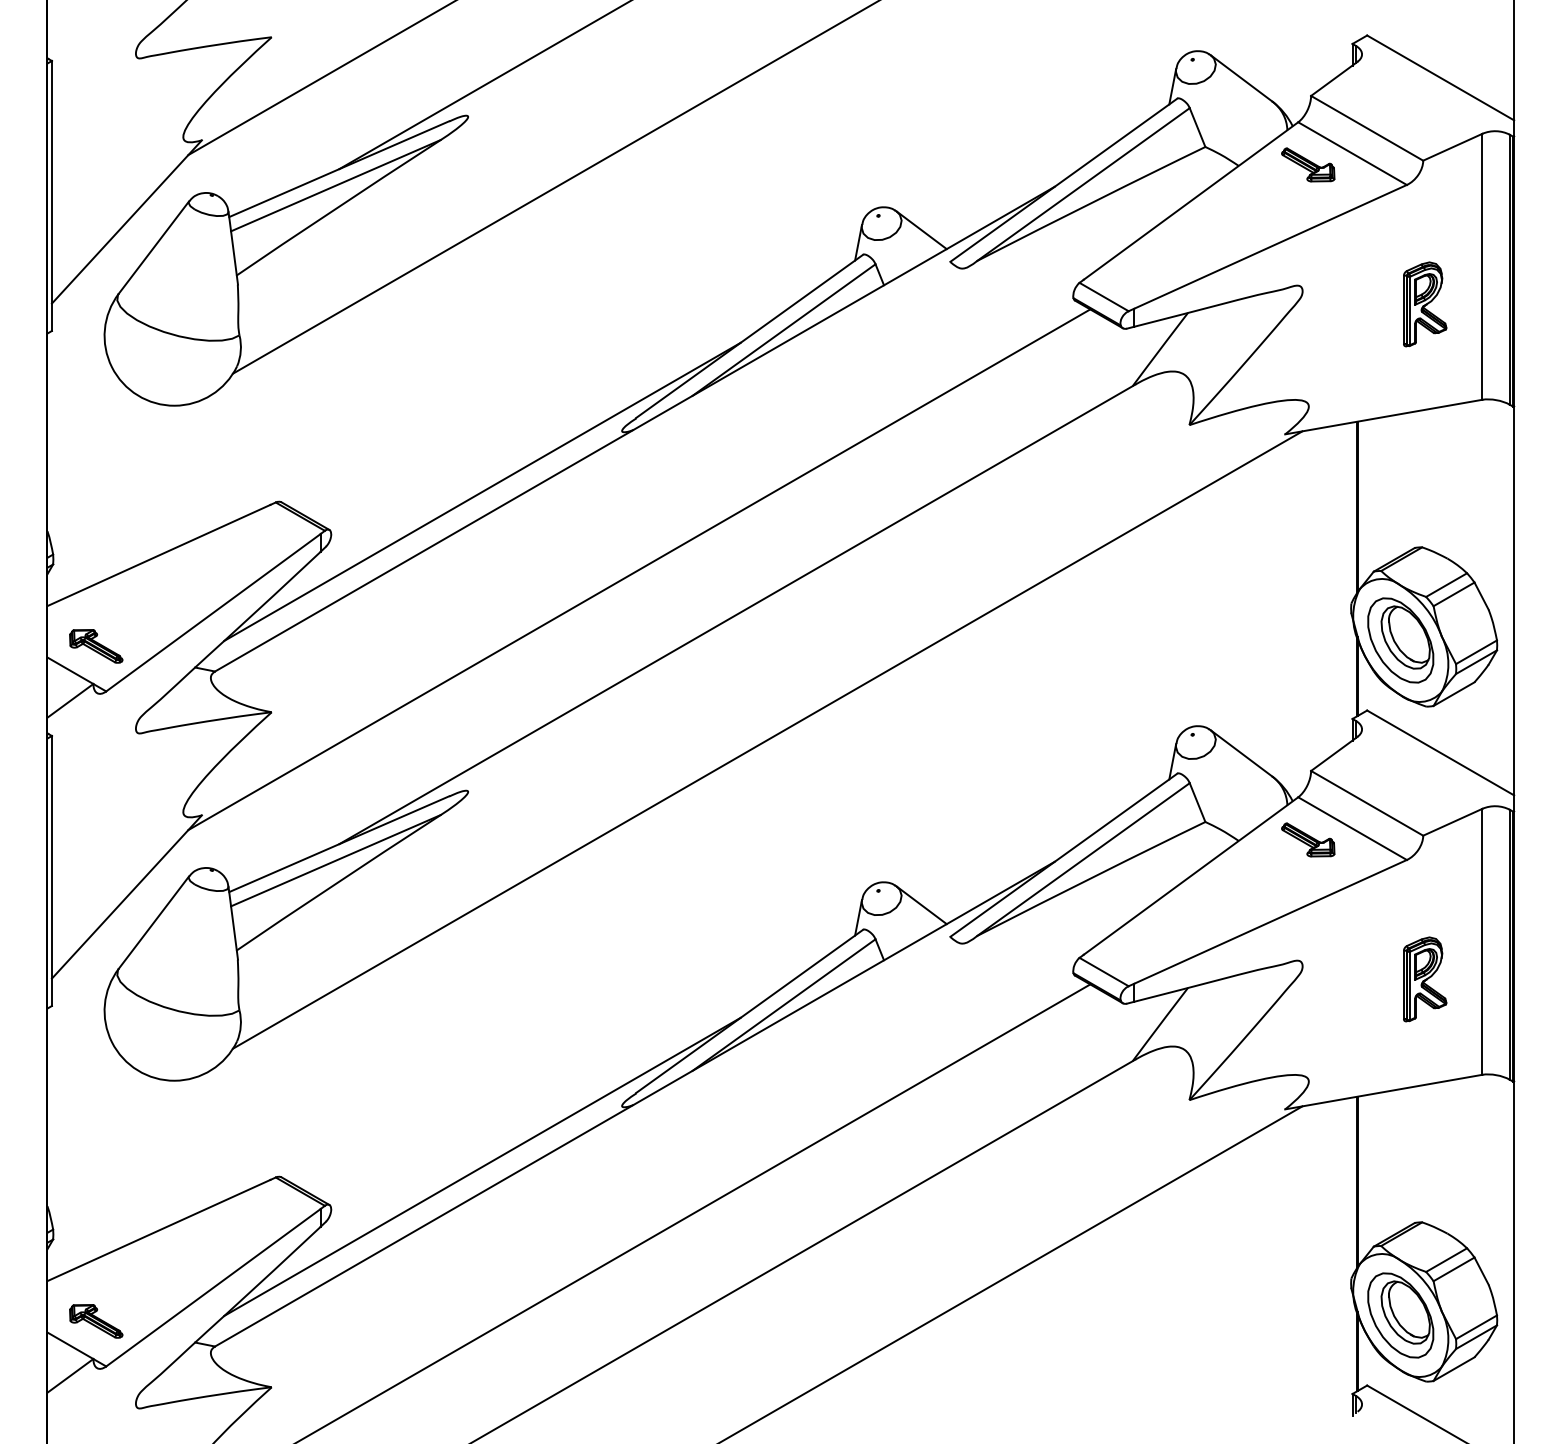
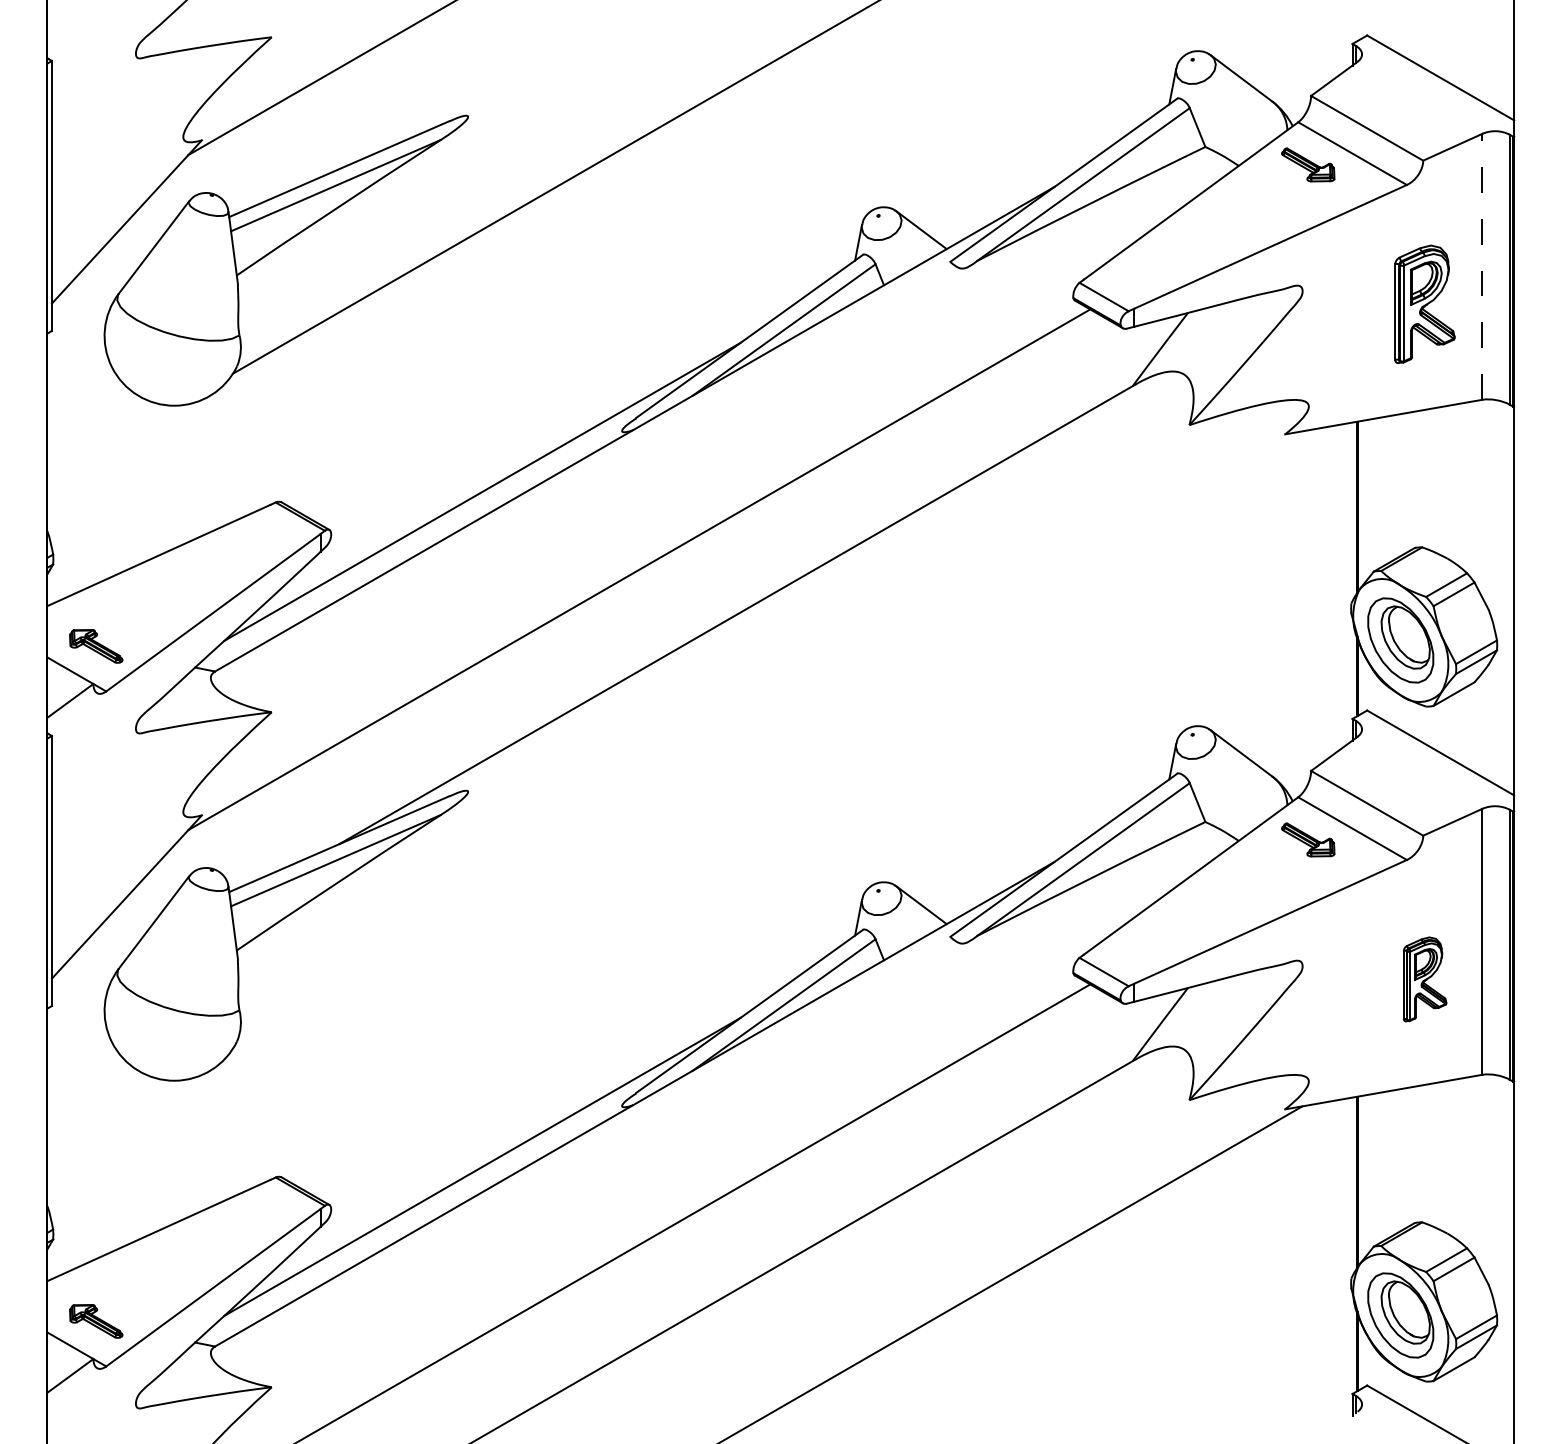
line at (483, 85): present -> none
line at (1482, 266): solid -> dashed
part at (1425, 304) size: 45x87 px -> 62x120 px
line at (767, 739): present -> none
